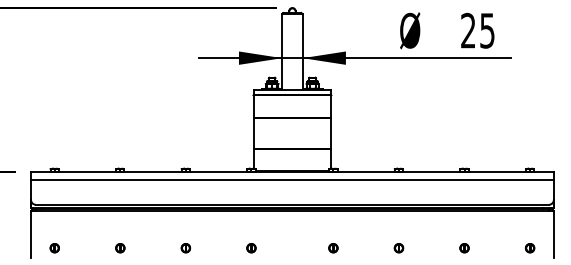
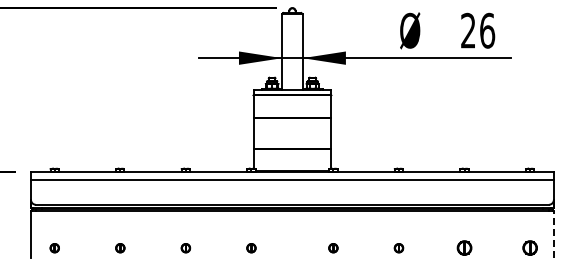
text at (487, 30): 25 -> 26
line at (553, 234): solid -> dashed
part at (464, 248) size: 11x11 px -> 17x16 px
part at (529, 248) size: 12x11 px -> 16x16 px
